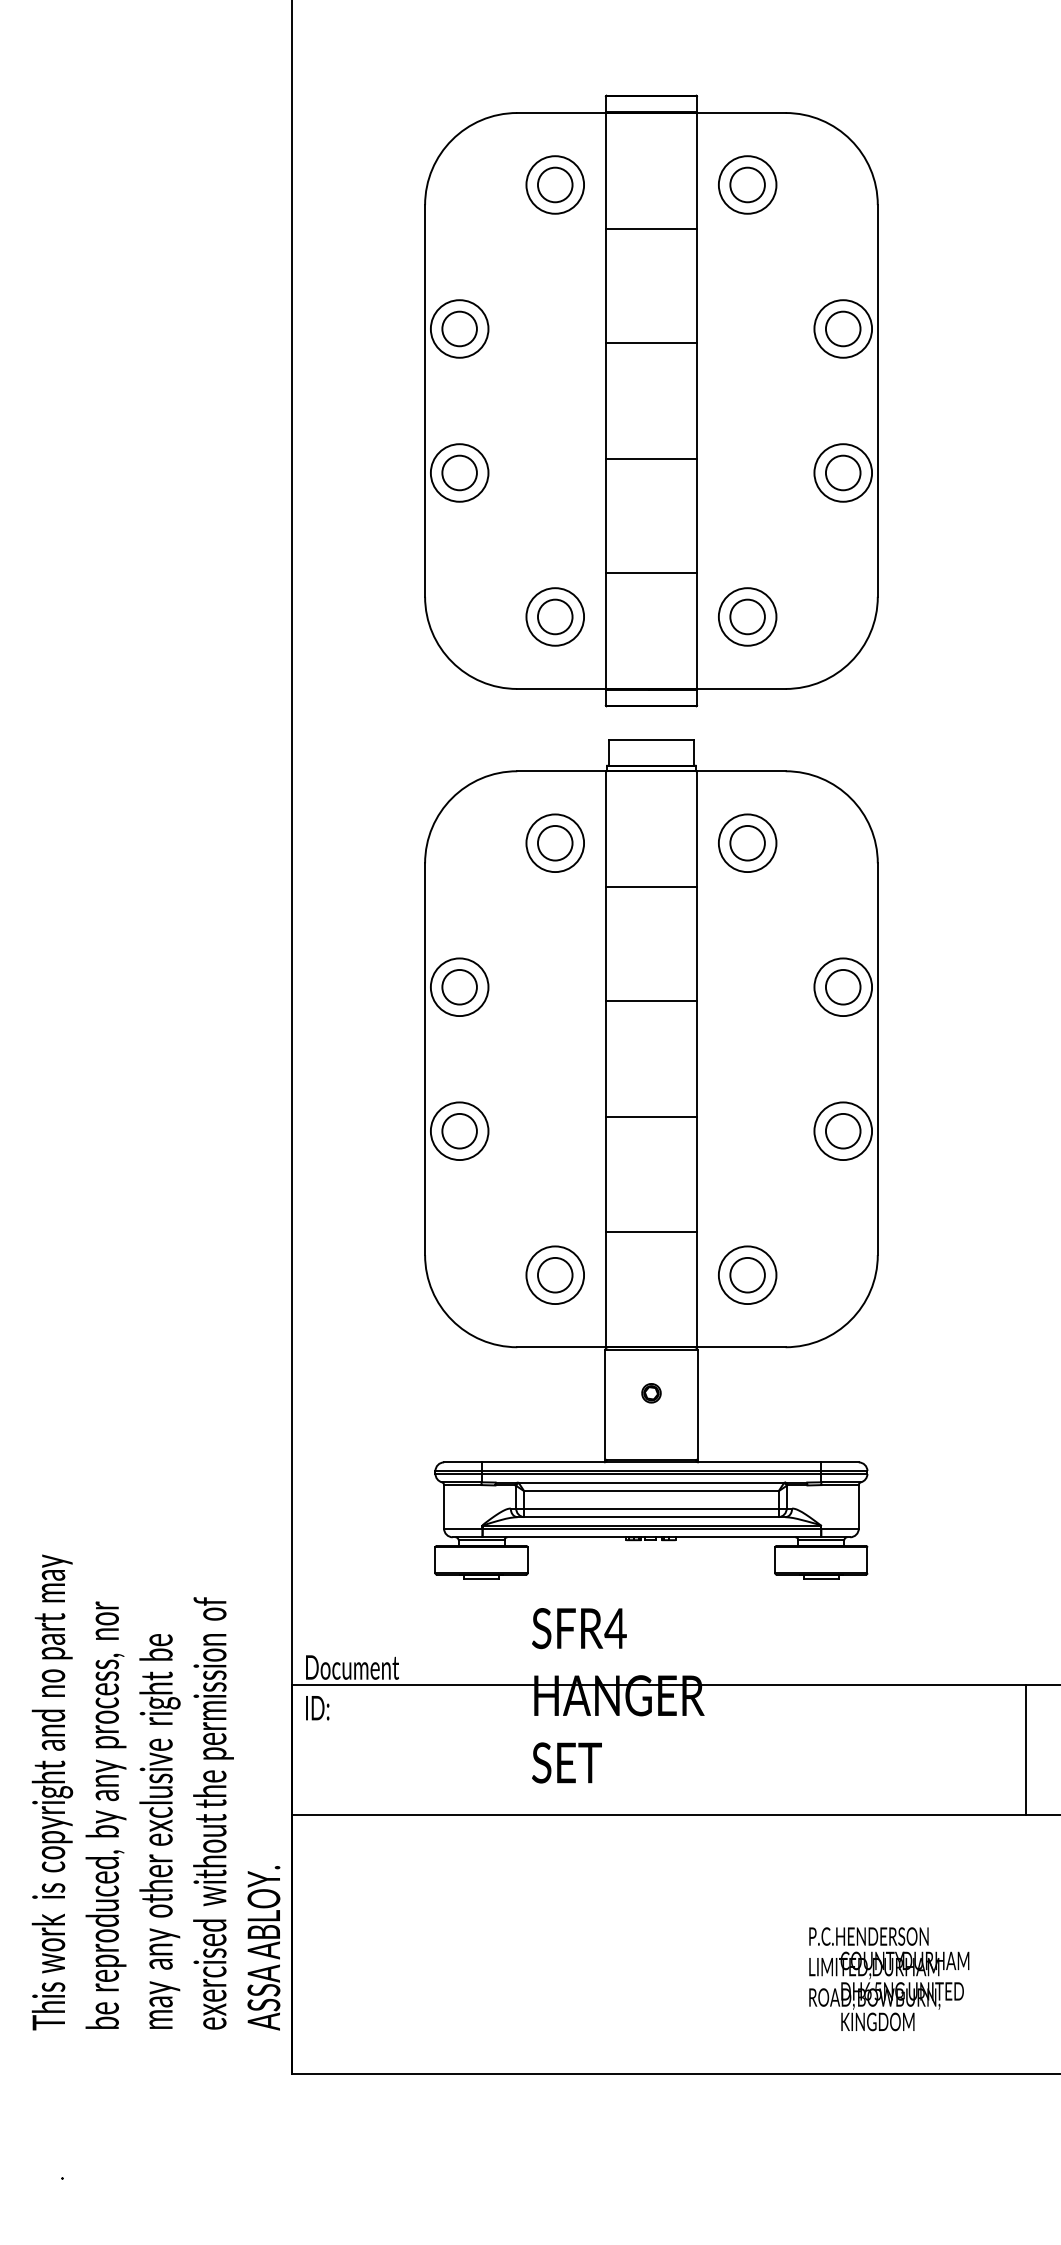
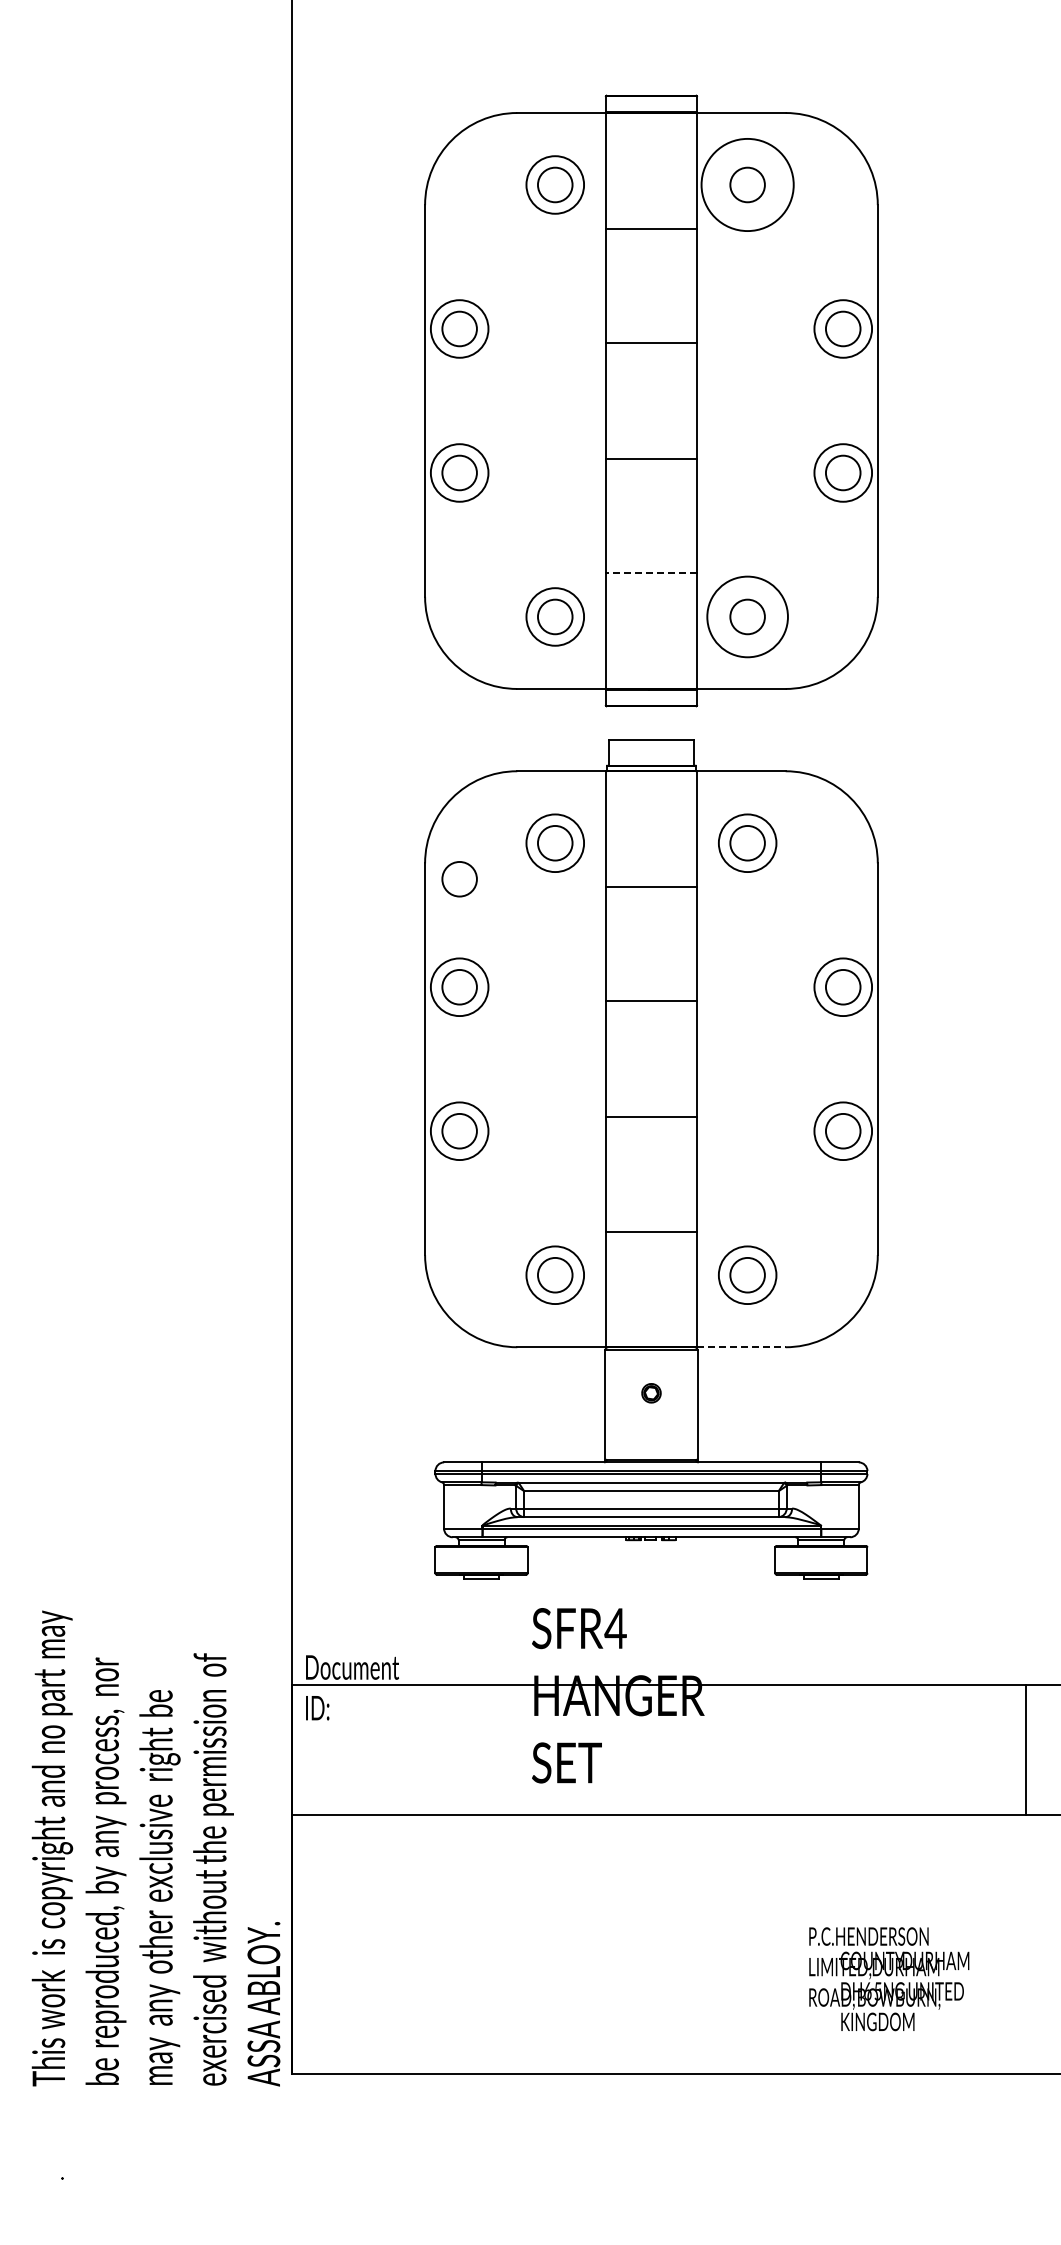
circle at (747, 184) diameter: 58 px -> 92 px
line at (650, 573): solid -> dashed
circle at (747, 616) diameter: 58 px -> 81 px
circle at (459, 879): none -> present
line at (741, 1347): solid -> dashed
text at (155, 1792) position: (155, 1792) -> (155, 1848)
